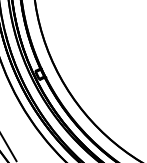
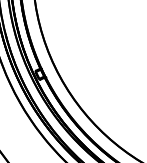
line at (8, 147): present -> none
